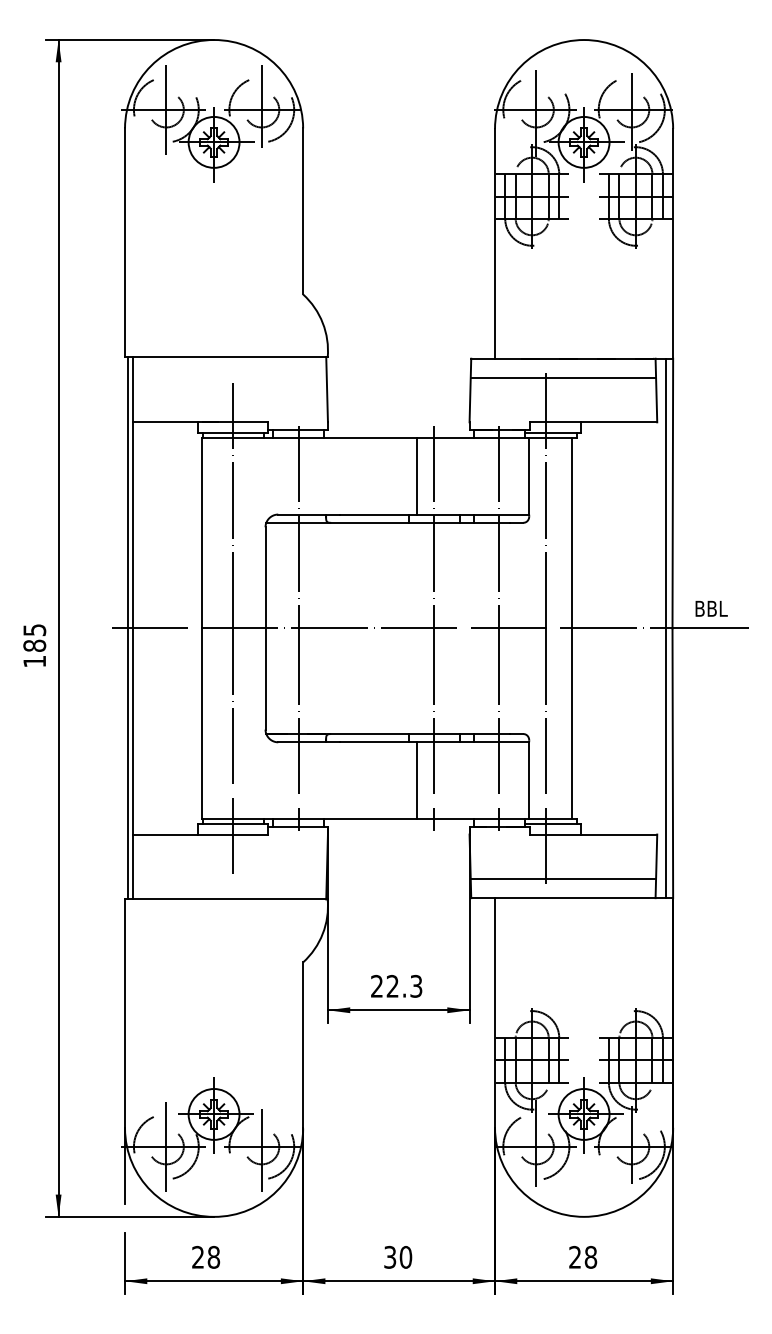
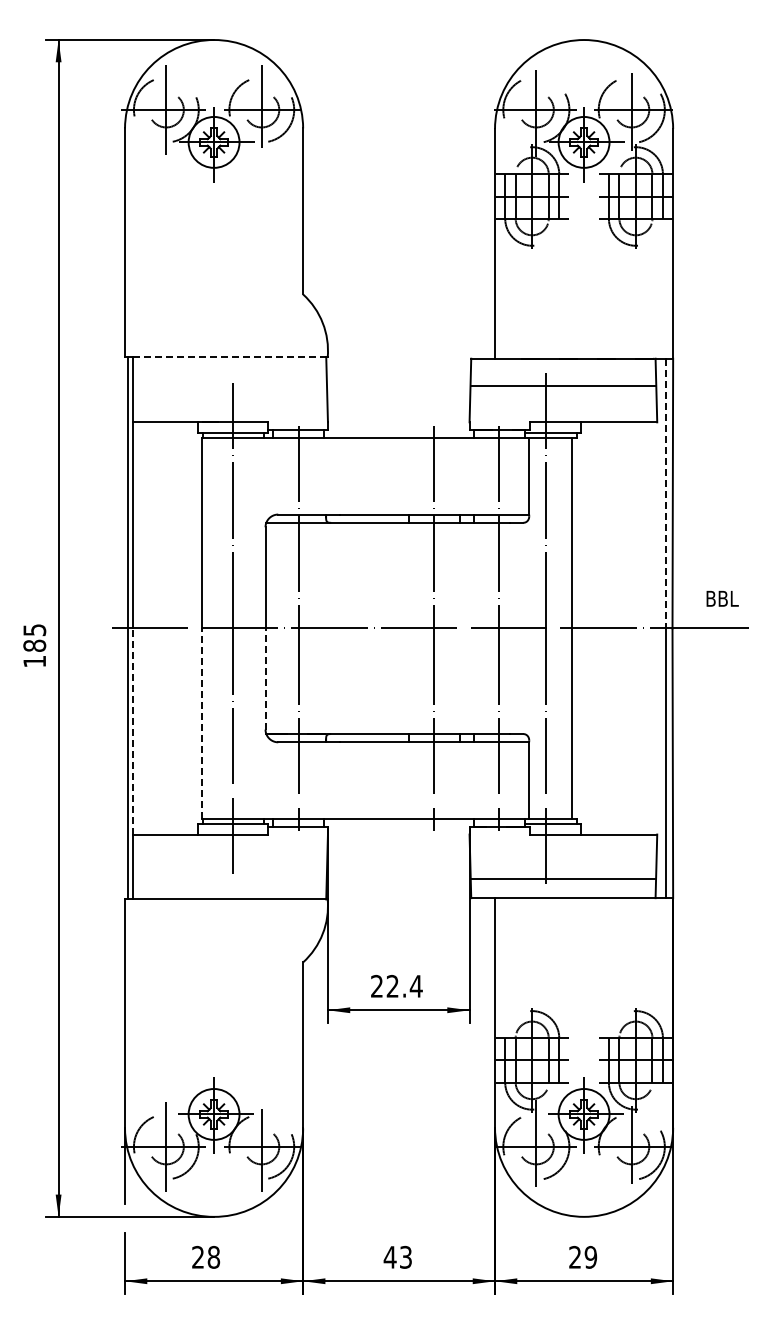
line at (230, 357): solid -> dashed
line at (563, 378) position: (563, 378) -> (563, 386)
line at (416, 476): present -> none
line at (665, 493): solid -> dashed
text at (711, 608) position: (711, 608) -> (722, 598)
line at (265, 679): solid -> dashed
line at (201, 723): solid -> dashed
line at (133, 731): solid -> dashed
line at (416, 780): present -> none
text at (415, 985): 22.3 -> 22.4
text at (397, 1256): 30 -> 43
text at (590, 1257): 28 -> 29
